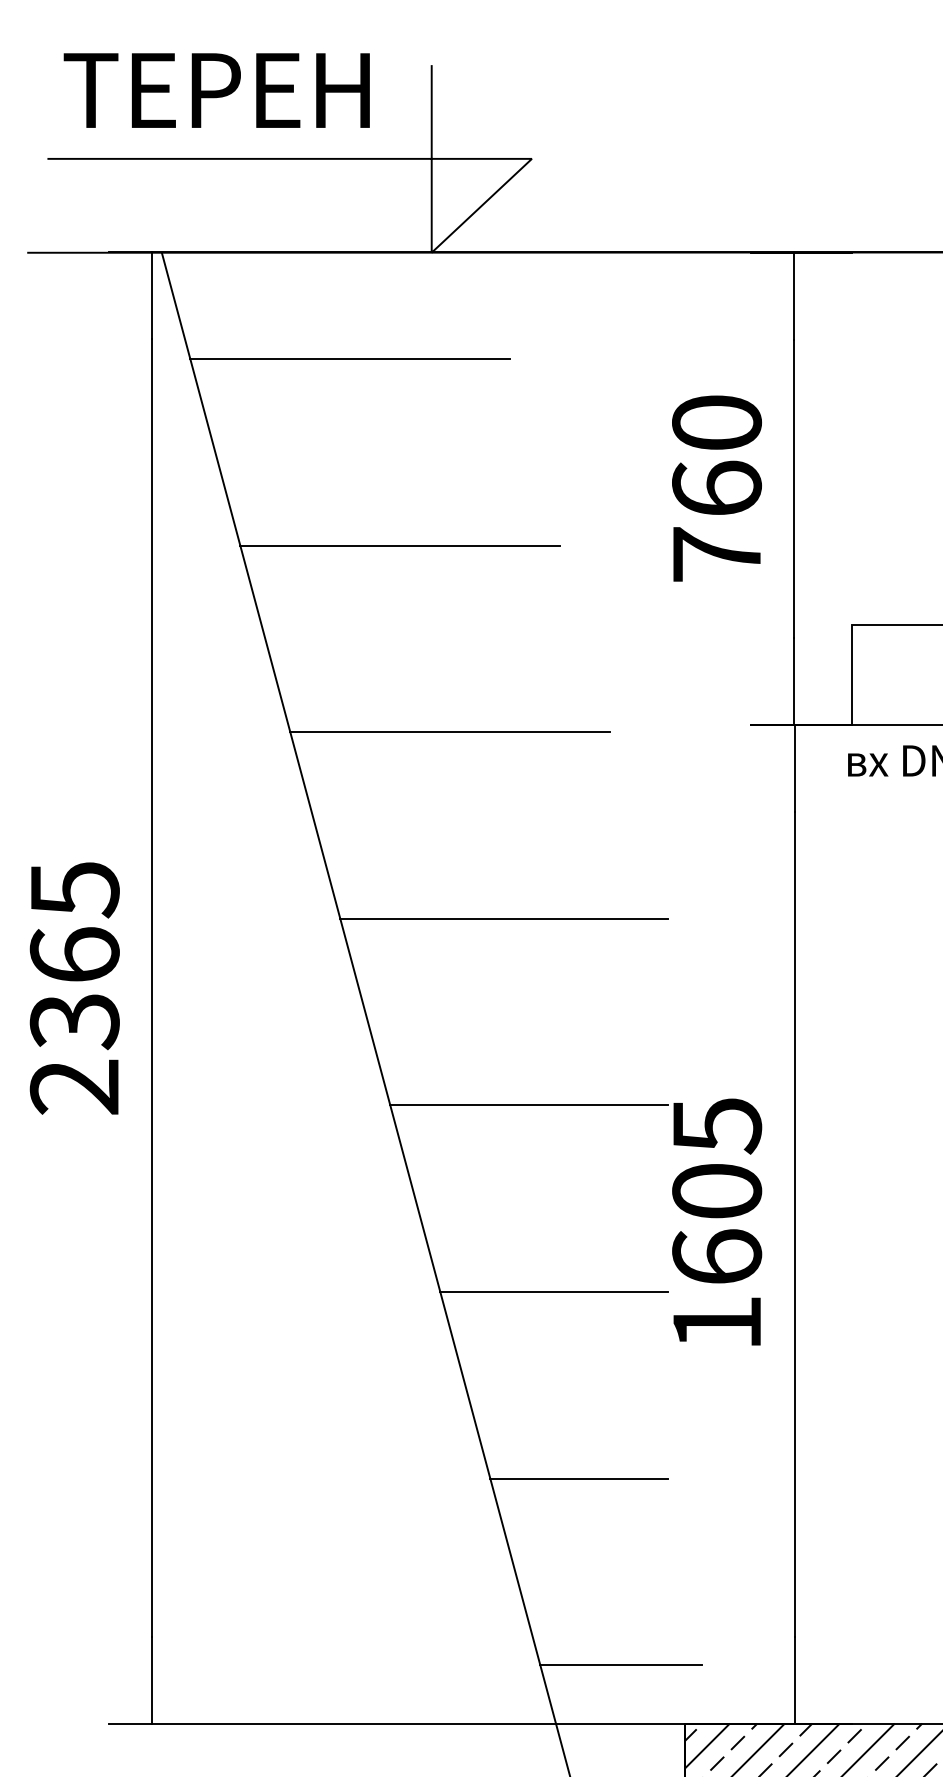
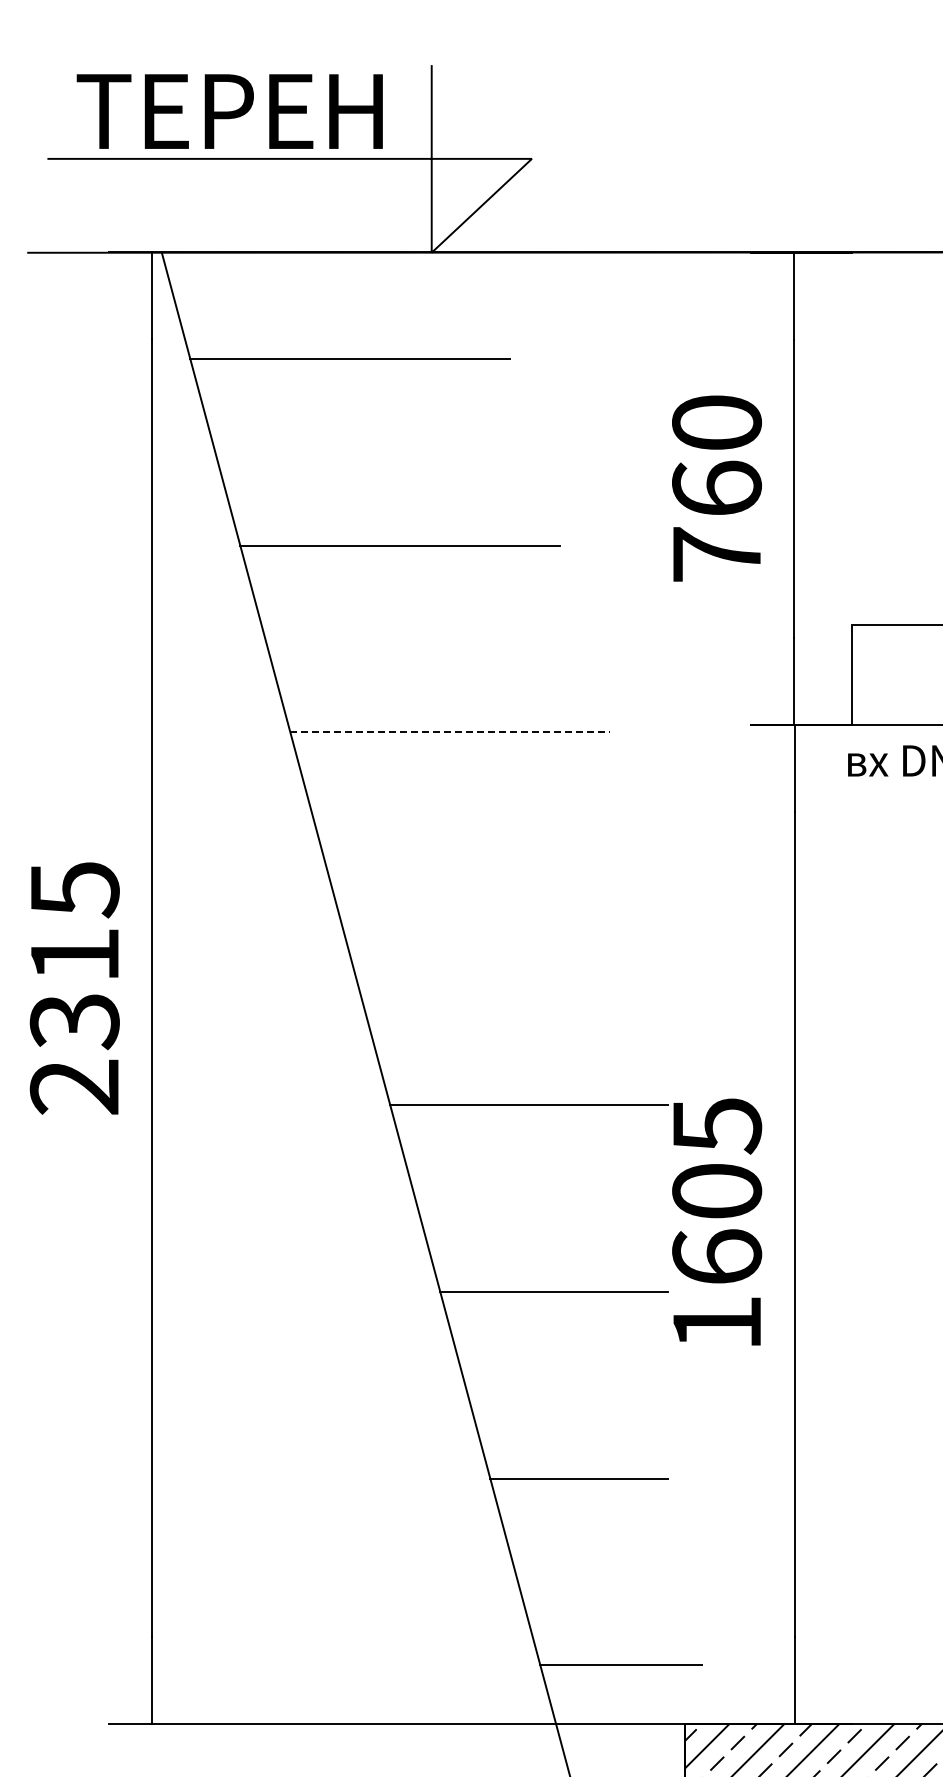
text at (216, 90) position: (216, 90) -> (229, 111)
line at (449, 732): solid -> dashed
line at (504, 918): present -> none
text at (74, 954): 2365 -> 2315
